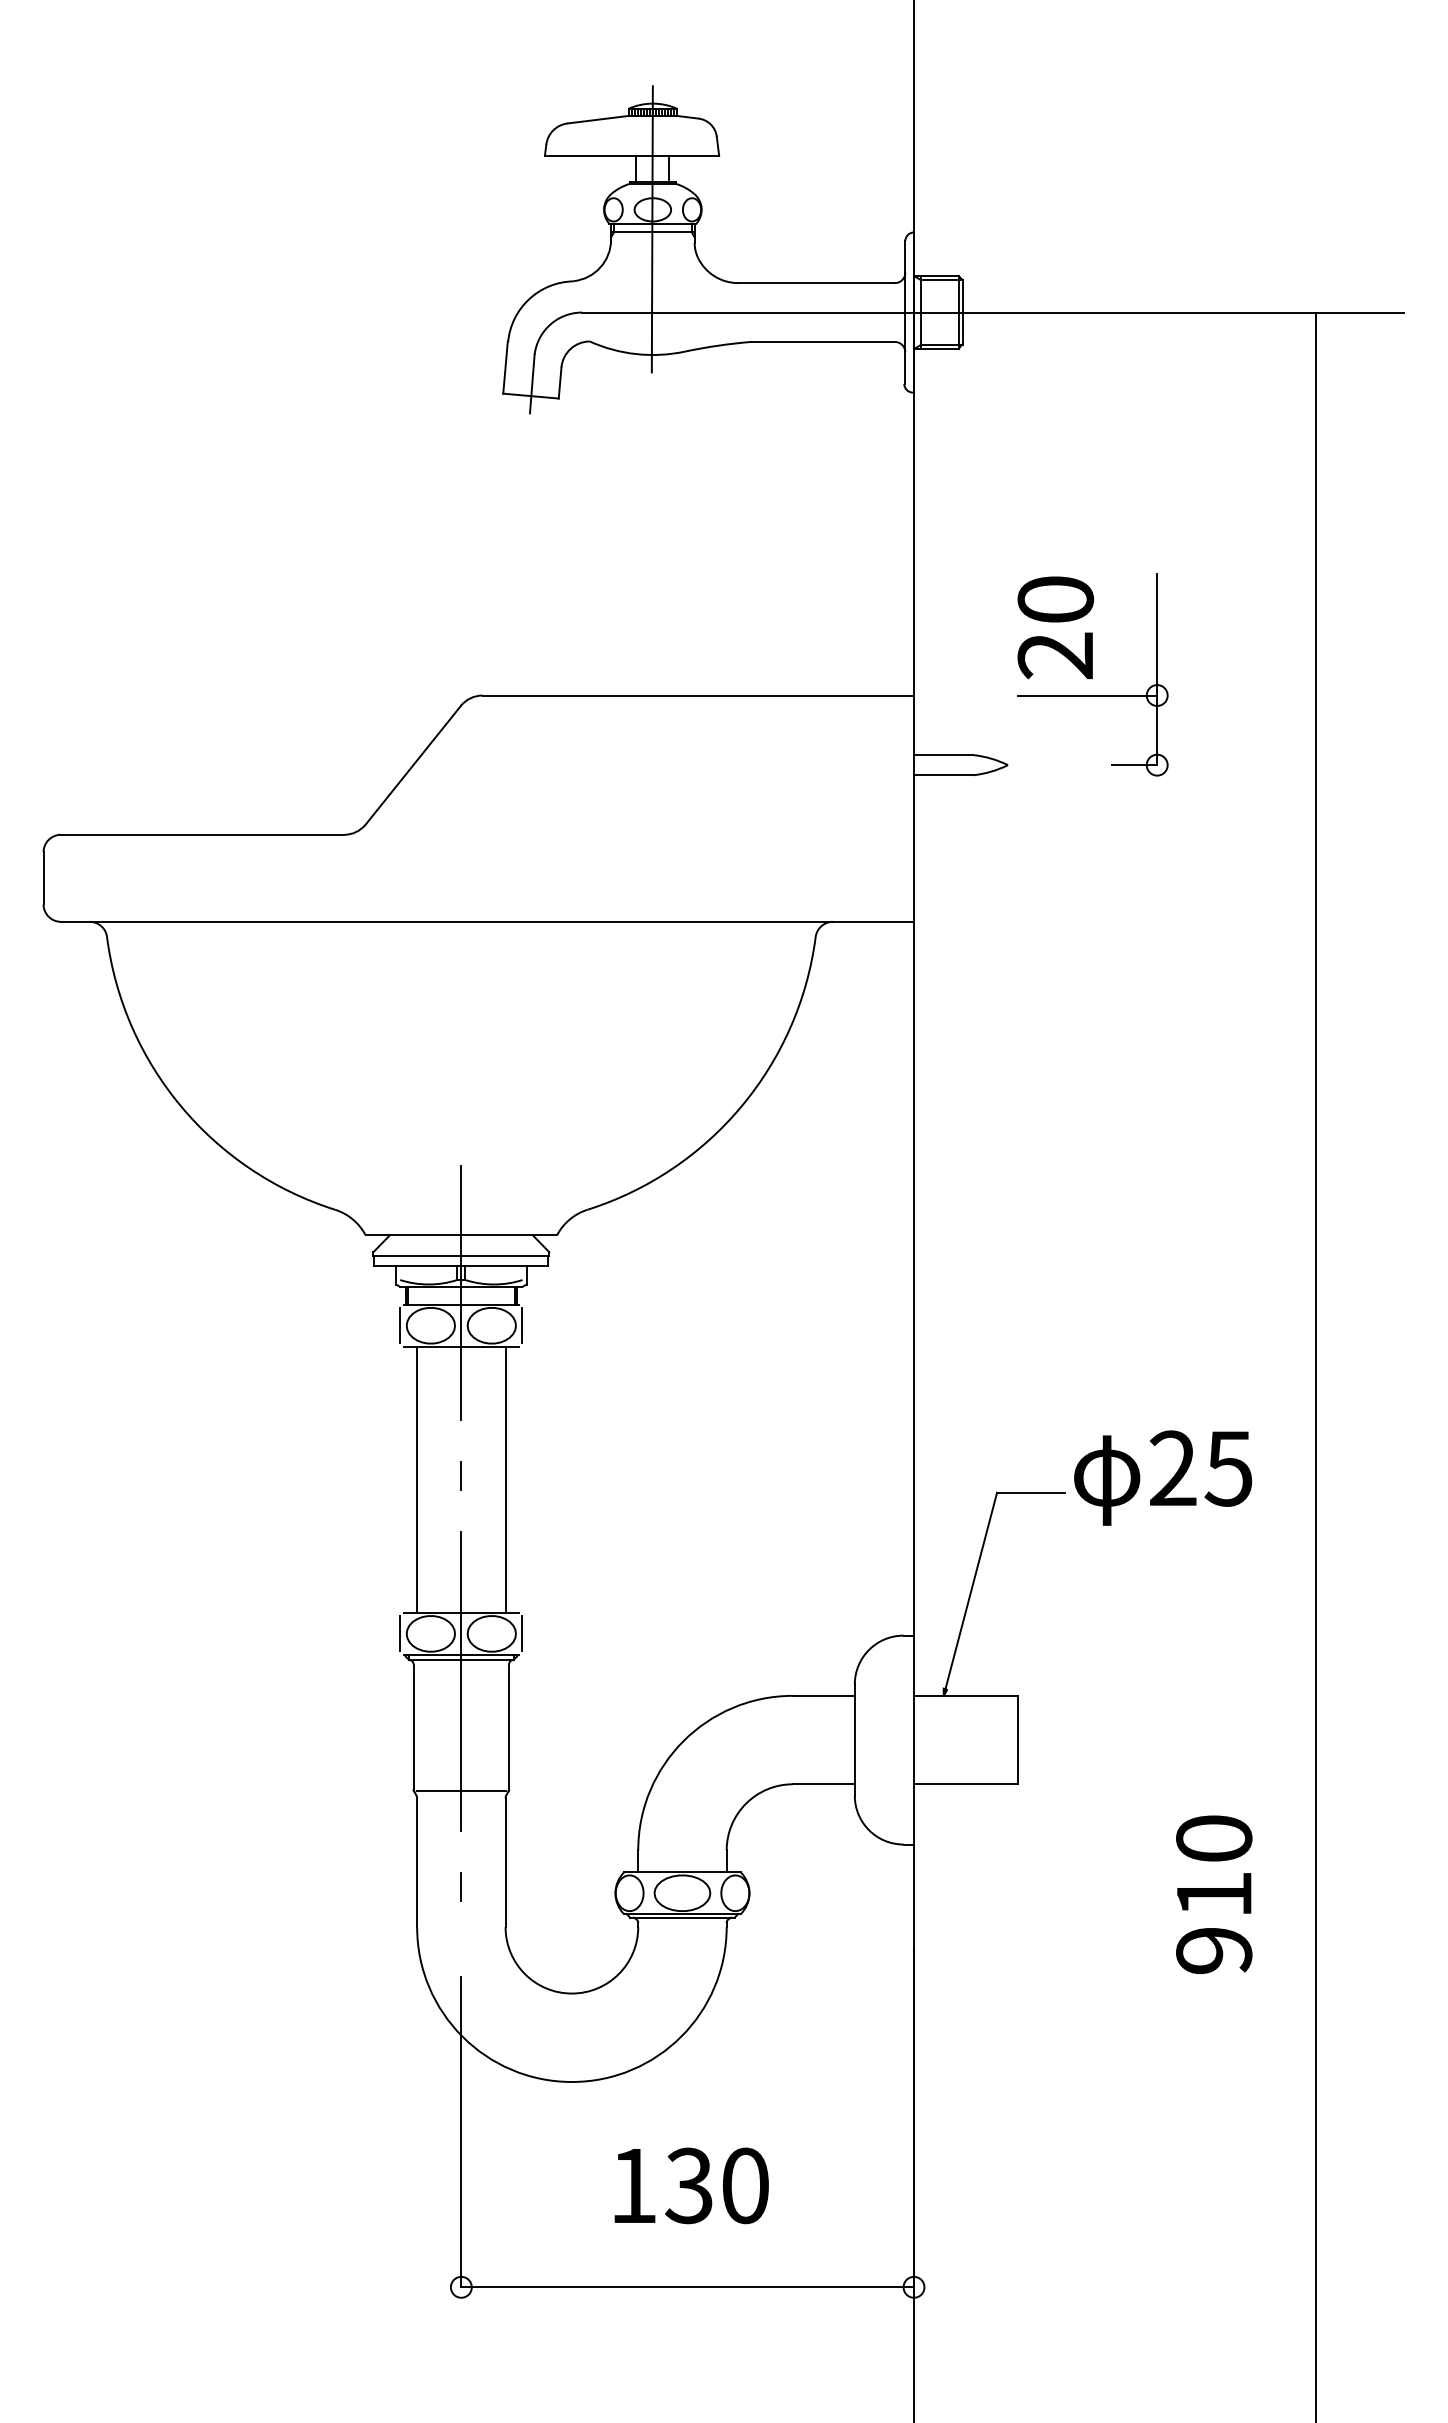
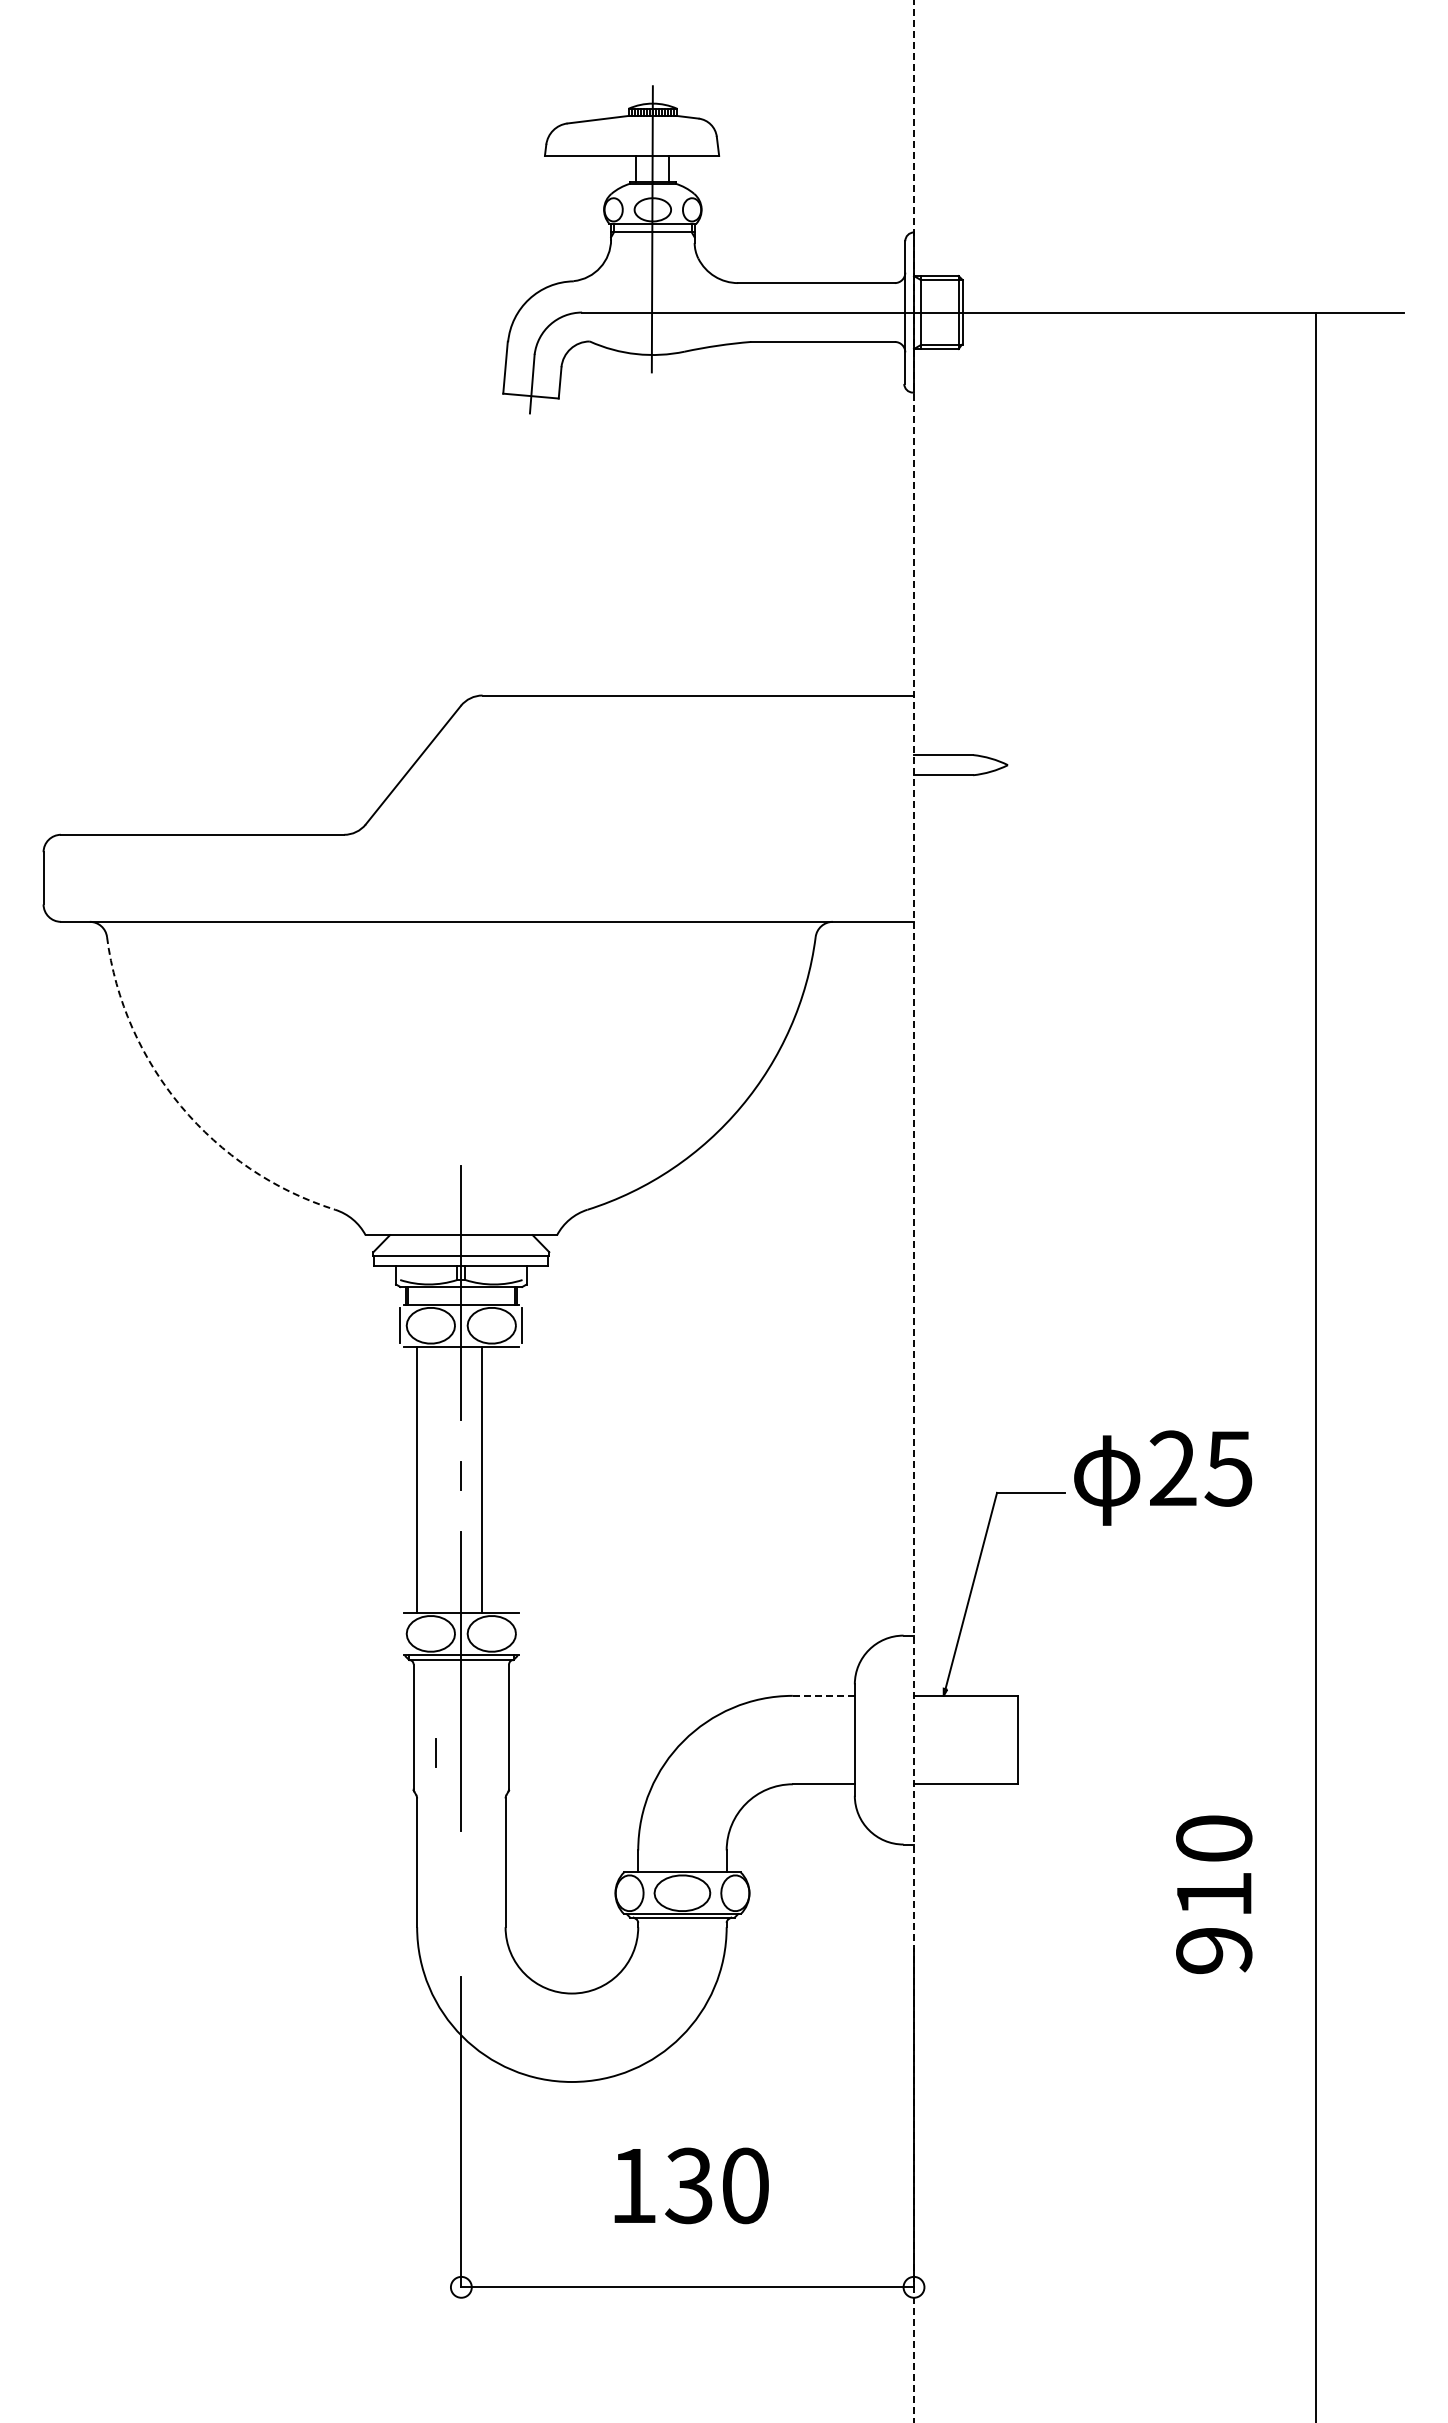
part at (1092, 674): present -> none
arc at (181, 1106): solid -> dashed
line at (914, 1211): solid -> dashed
line at (505, 1479) position: (505, 1479) -> (481, 1479)
line at (400, 1633): present -> none
line at (522, 1633): present -> none
line at (823, 1695): solid -> dashed
line at (461, 1790): present -> none
line at (460, 1886) position: (460, 1886) -> (435, 1752)
